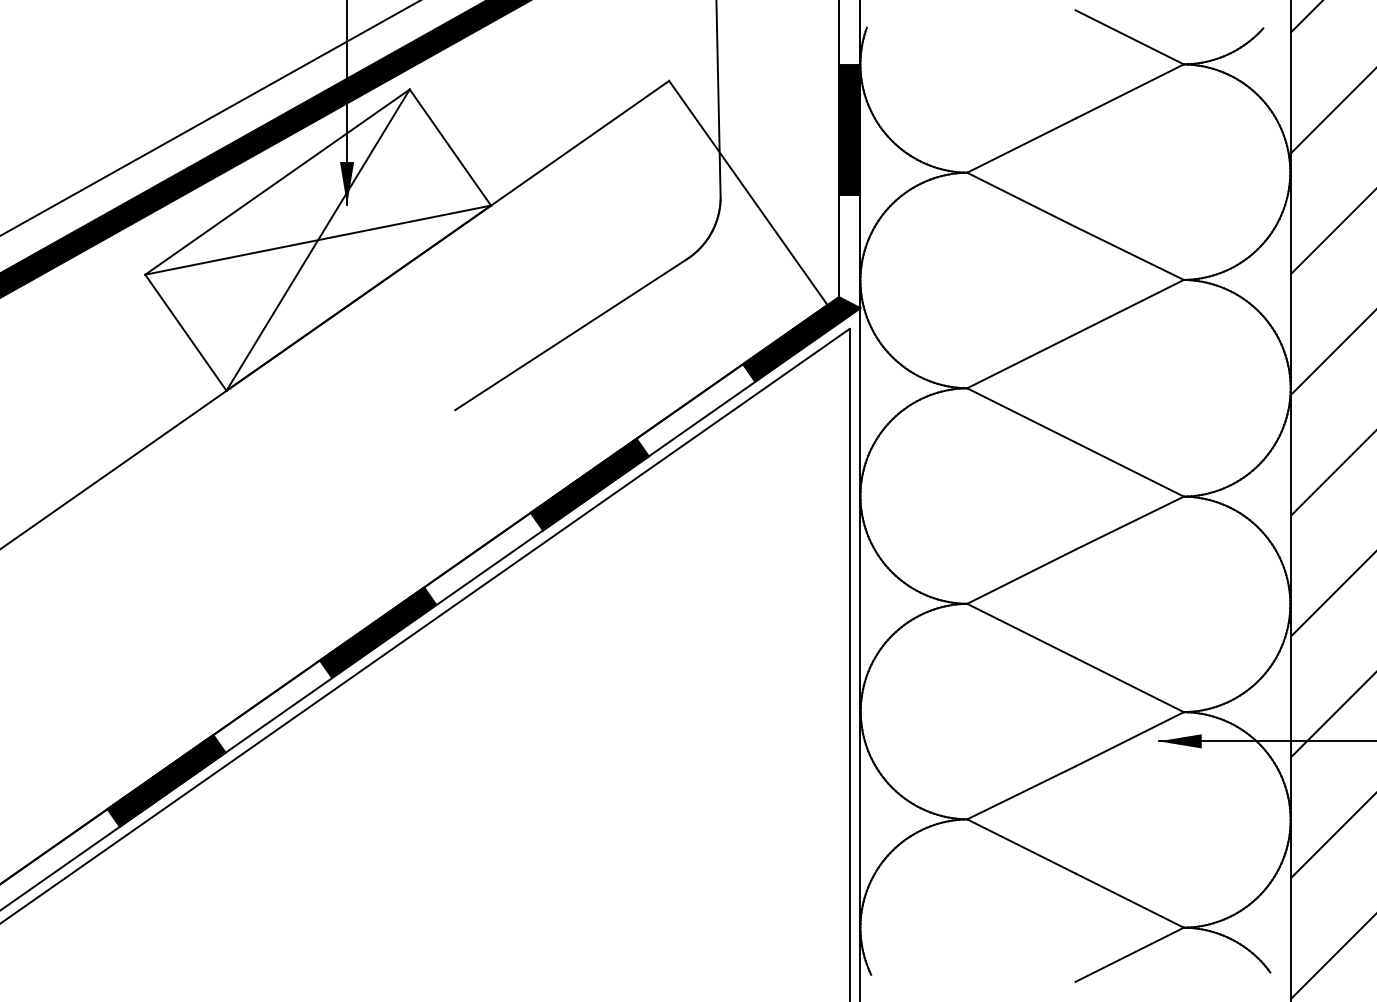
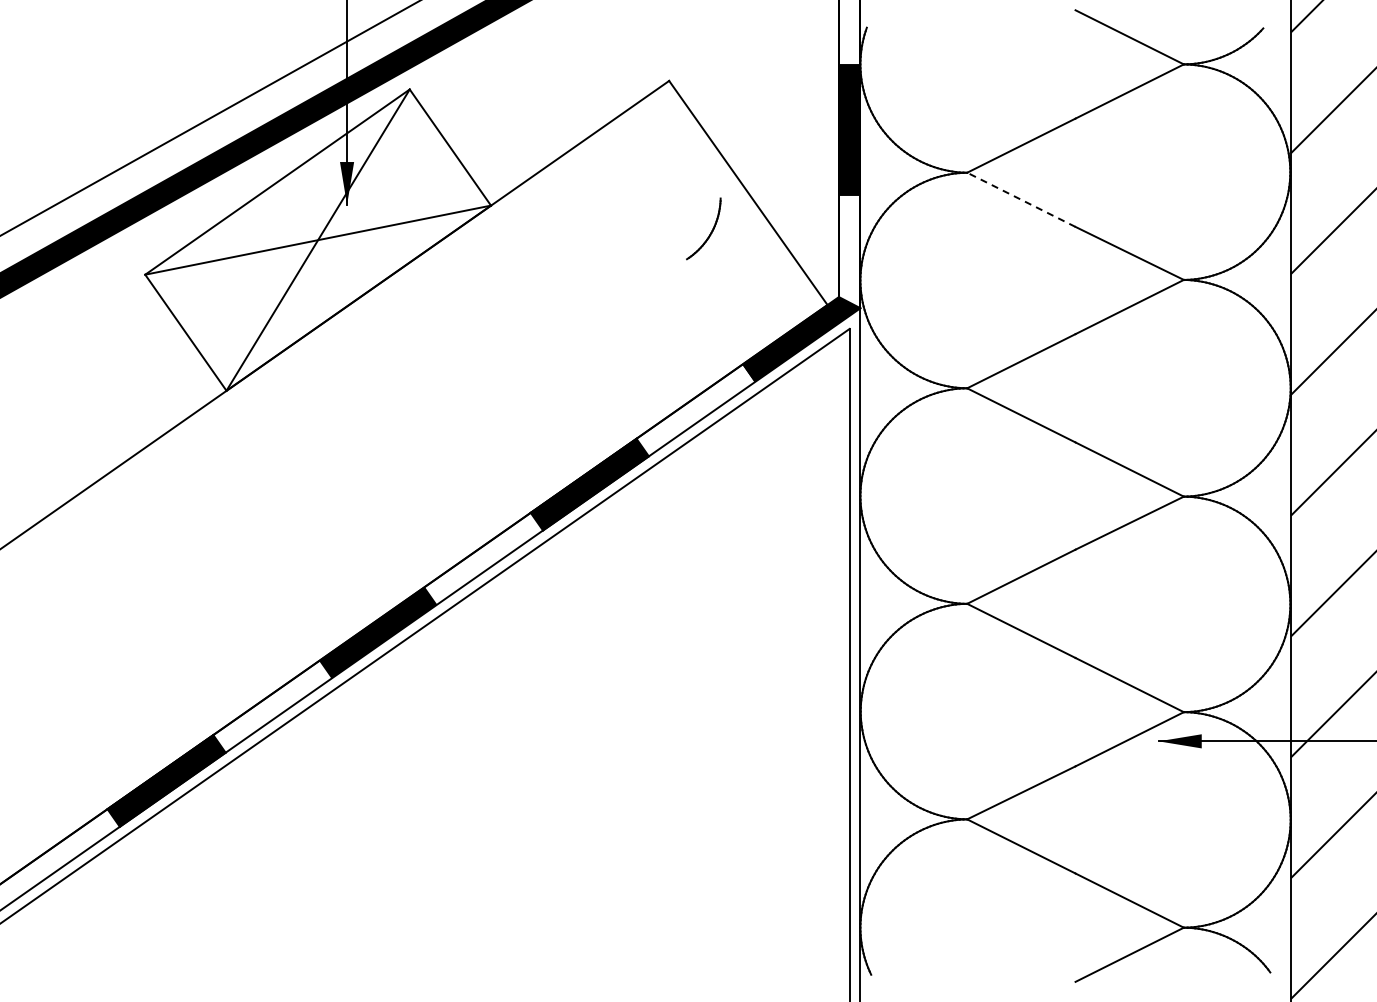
line at (718, 100): present -> none
line at (1021, 199): solid -> dashed
line at (571, 334): present -> none
